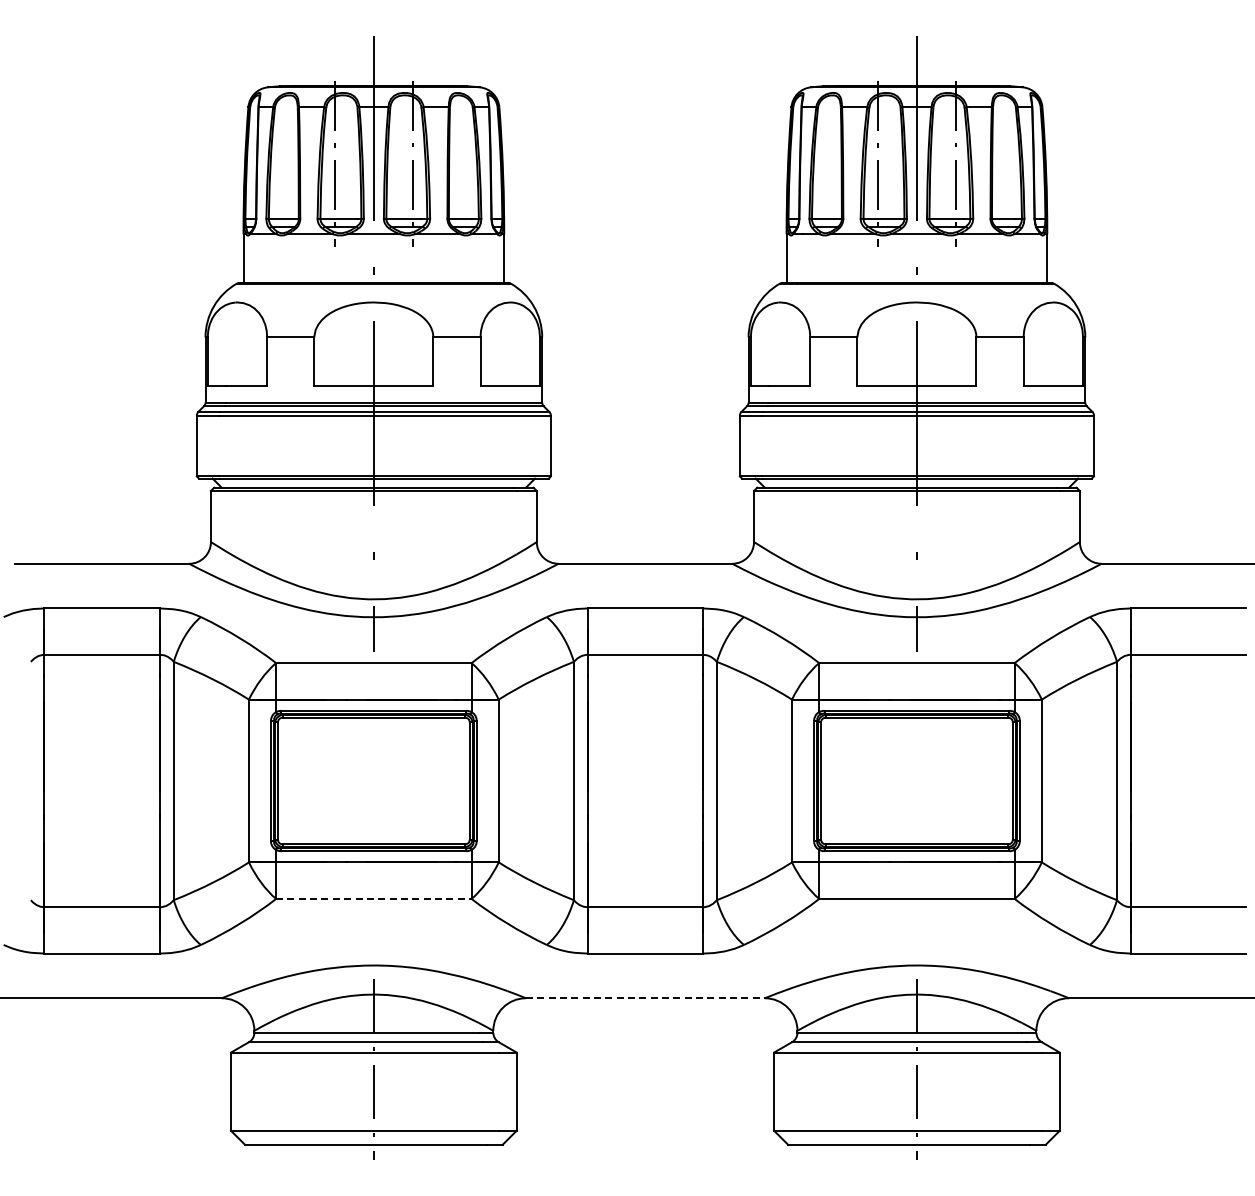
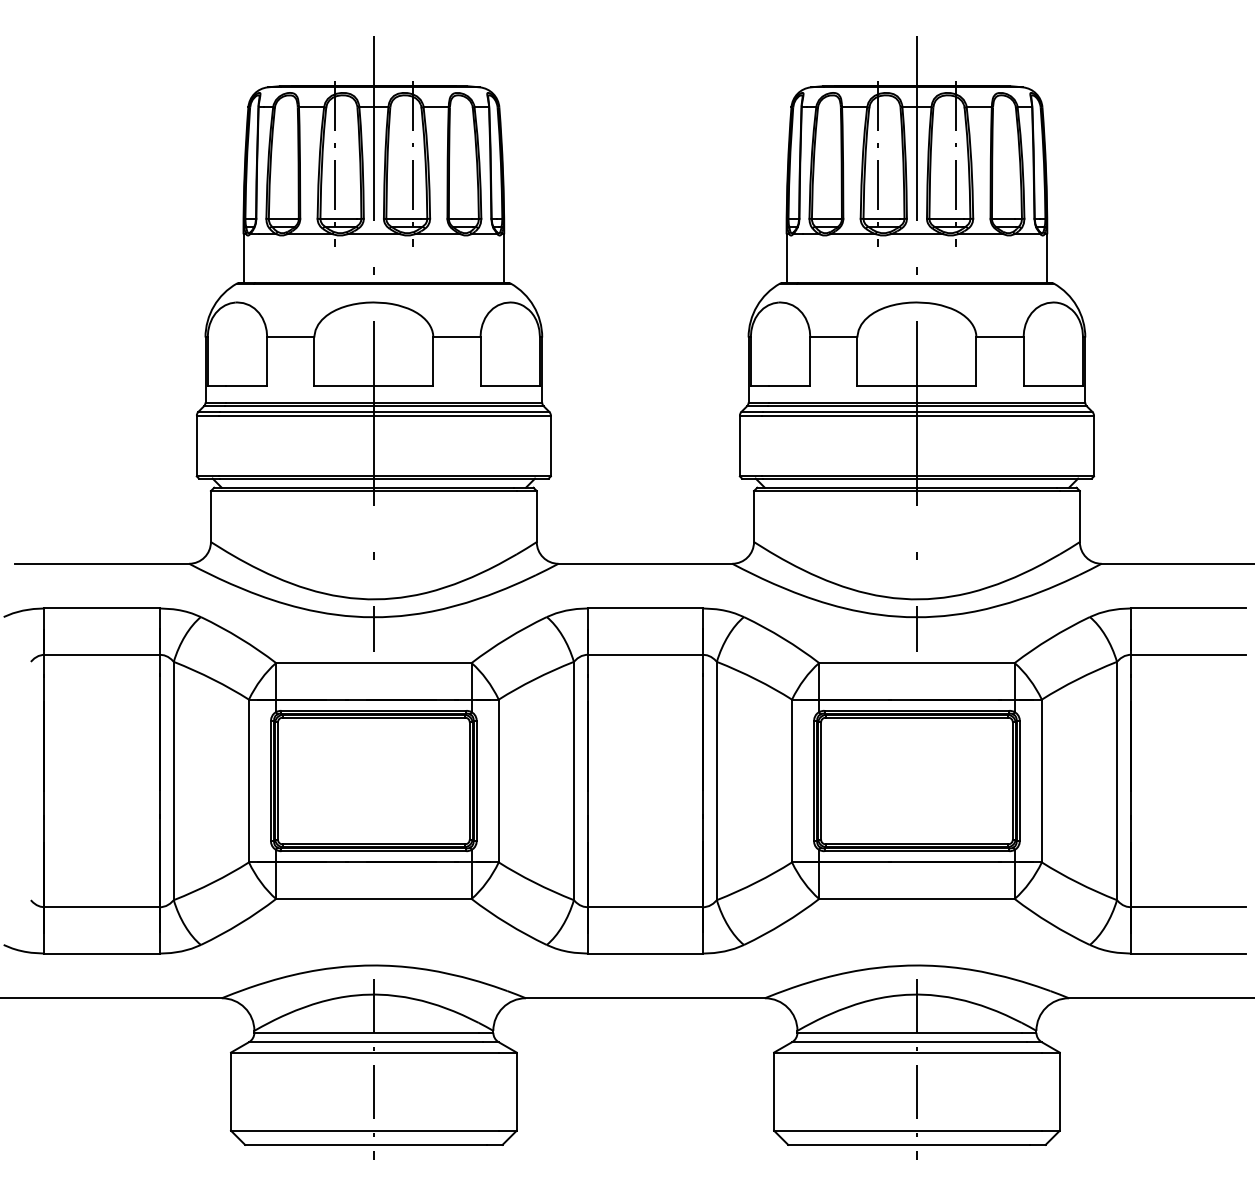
line at (373, 898): dashed -> solid
line at (645, 998): dashed -> solid
